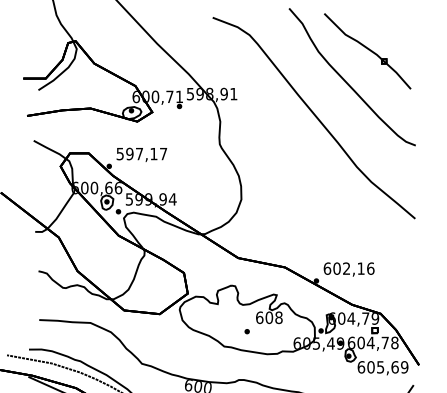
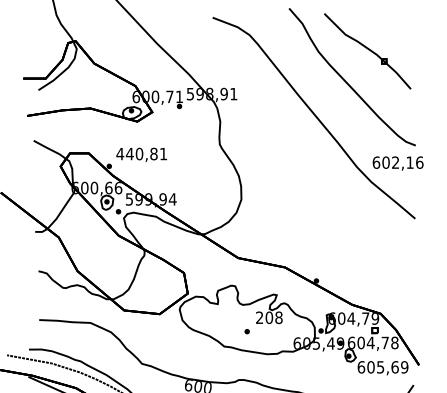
text at (141, 153): 597,17 -> 440,81
text at (348, 269) position: (348, 269) -> (397, 163)
text at (259, 317): 608 -> 208
